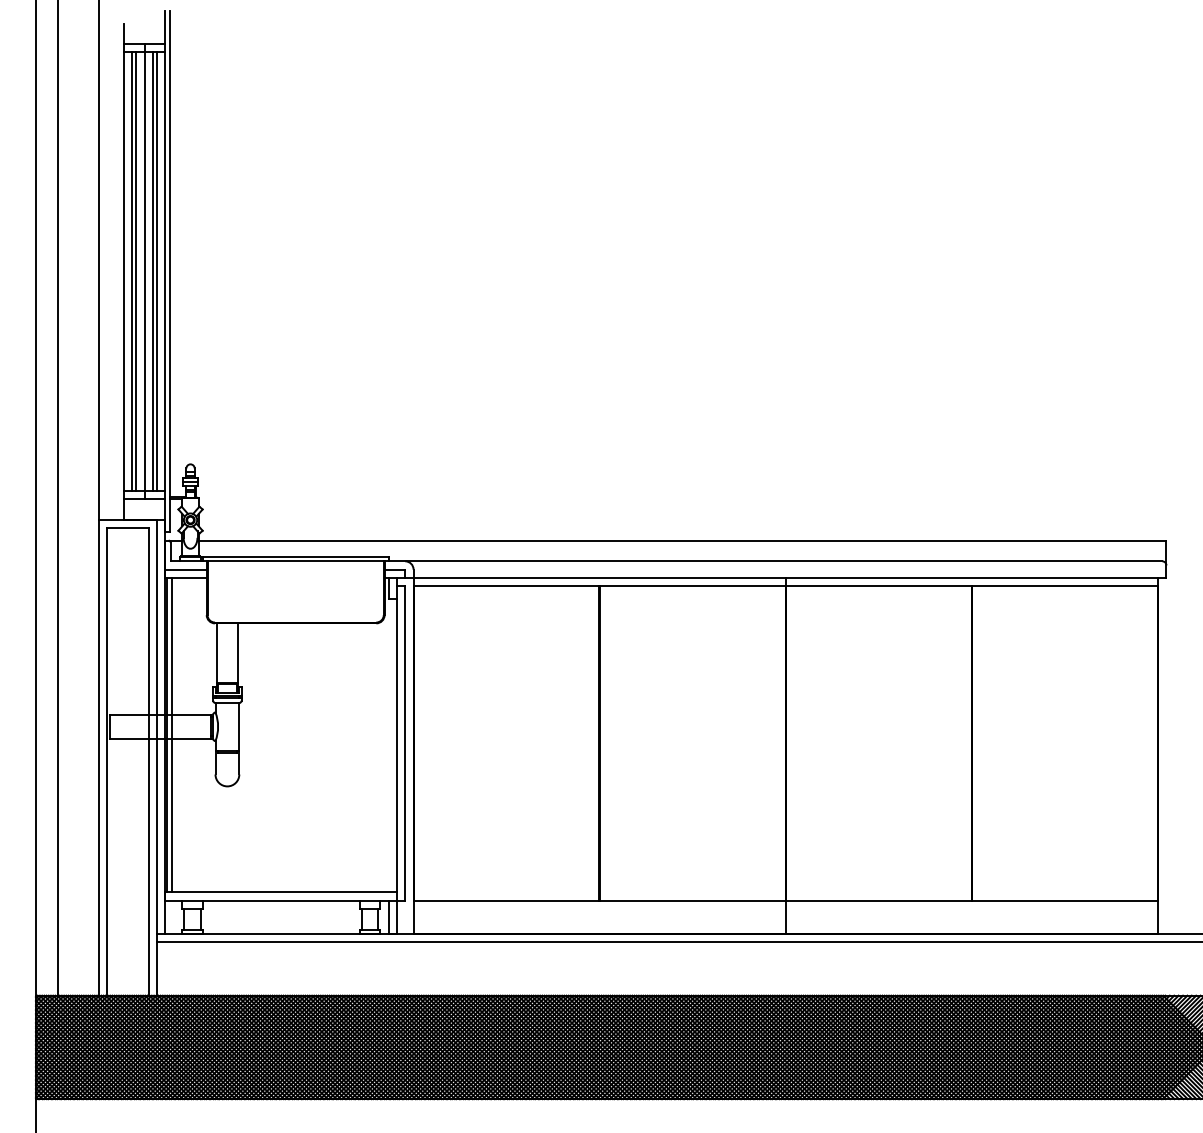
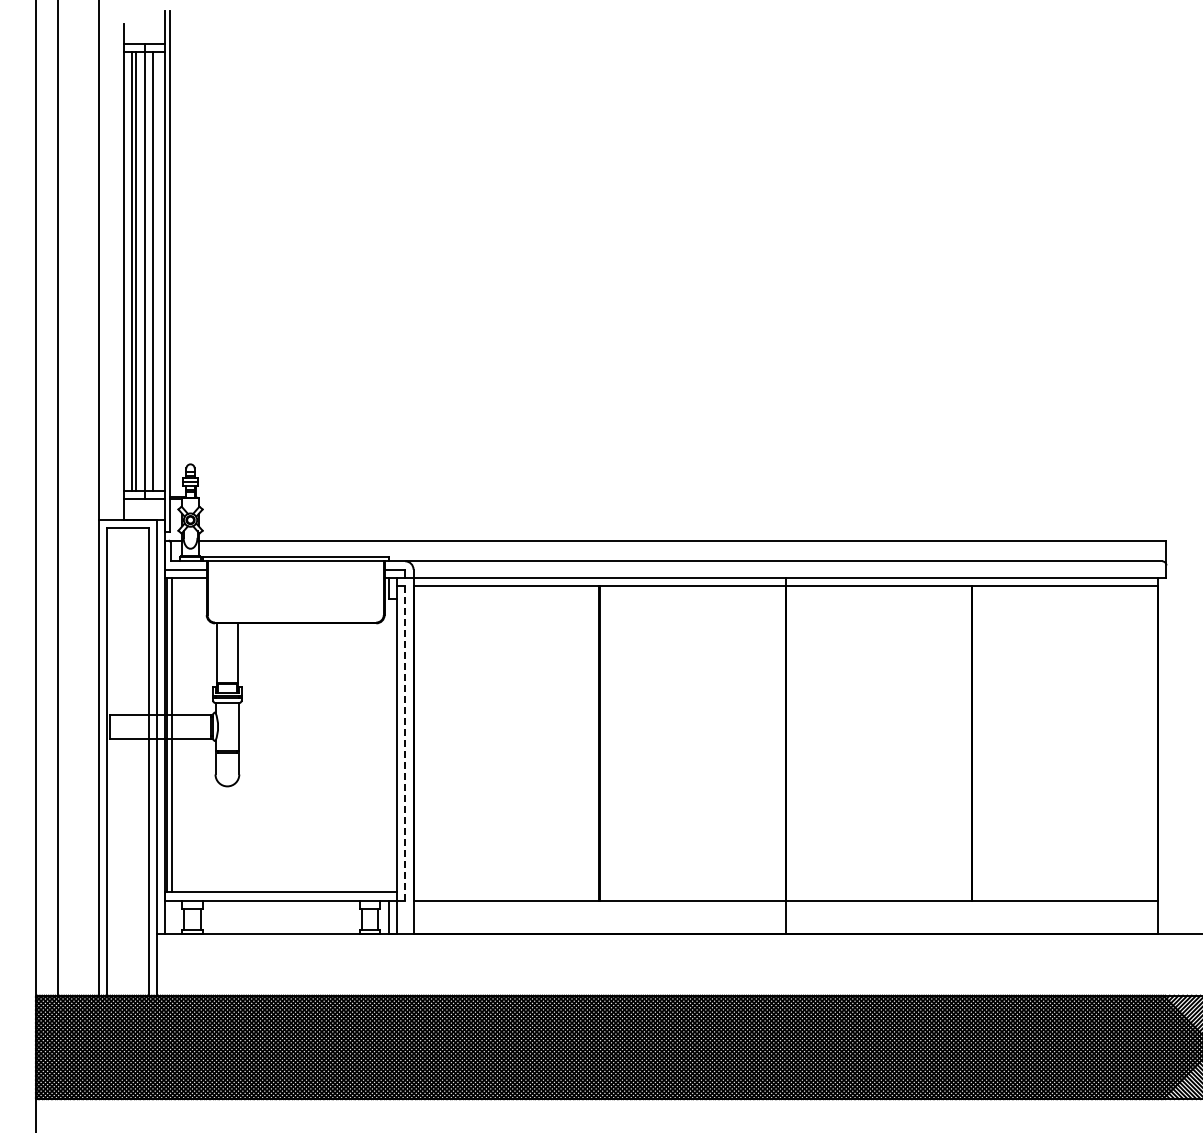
line at (157, 271): present -> none
line at (405, 743): solid -> dashed
line at (678, 941): present -> none
